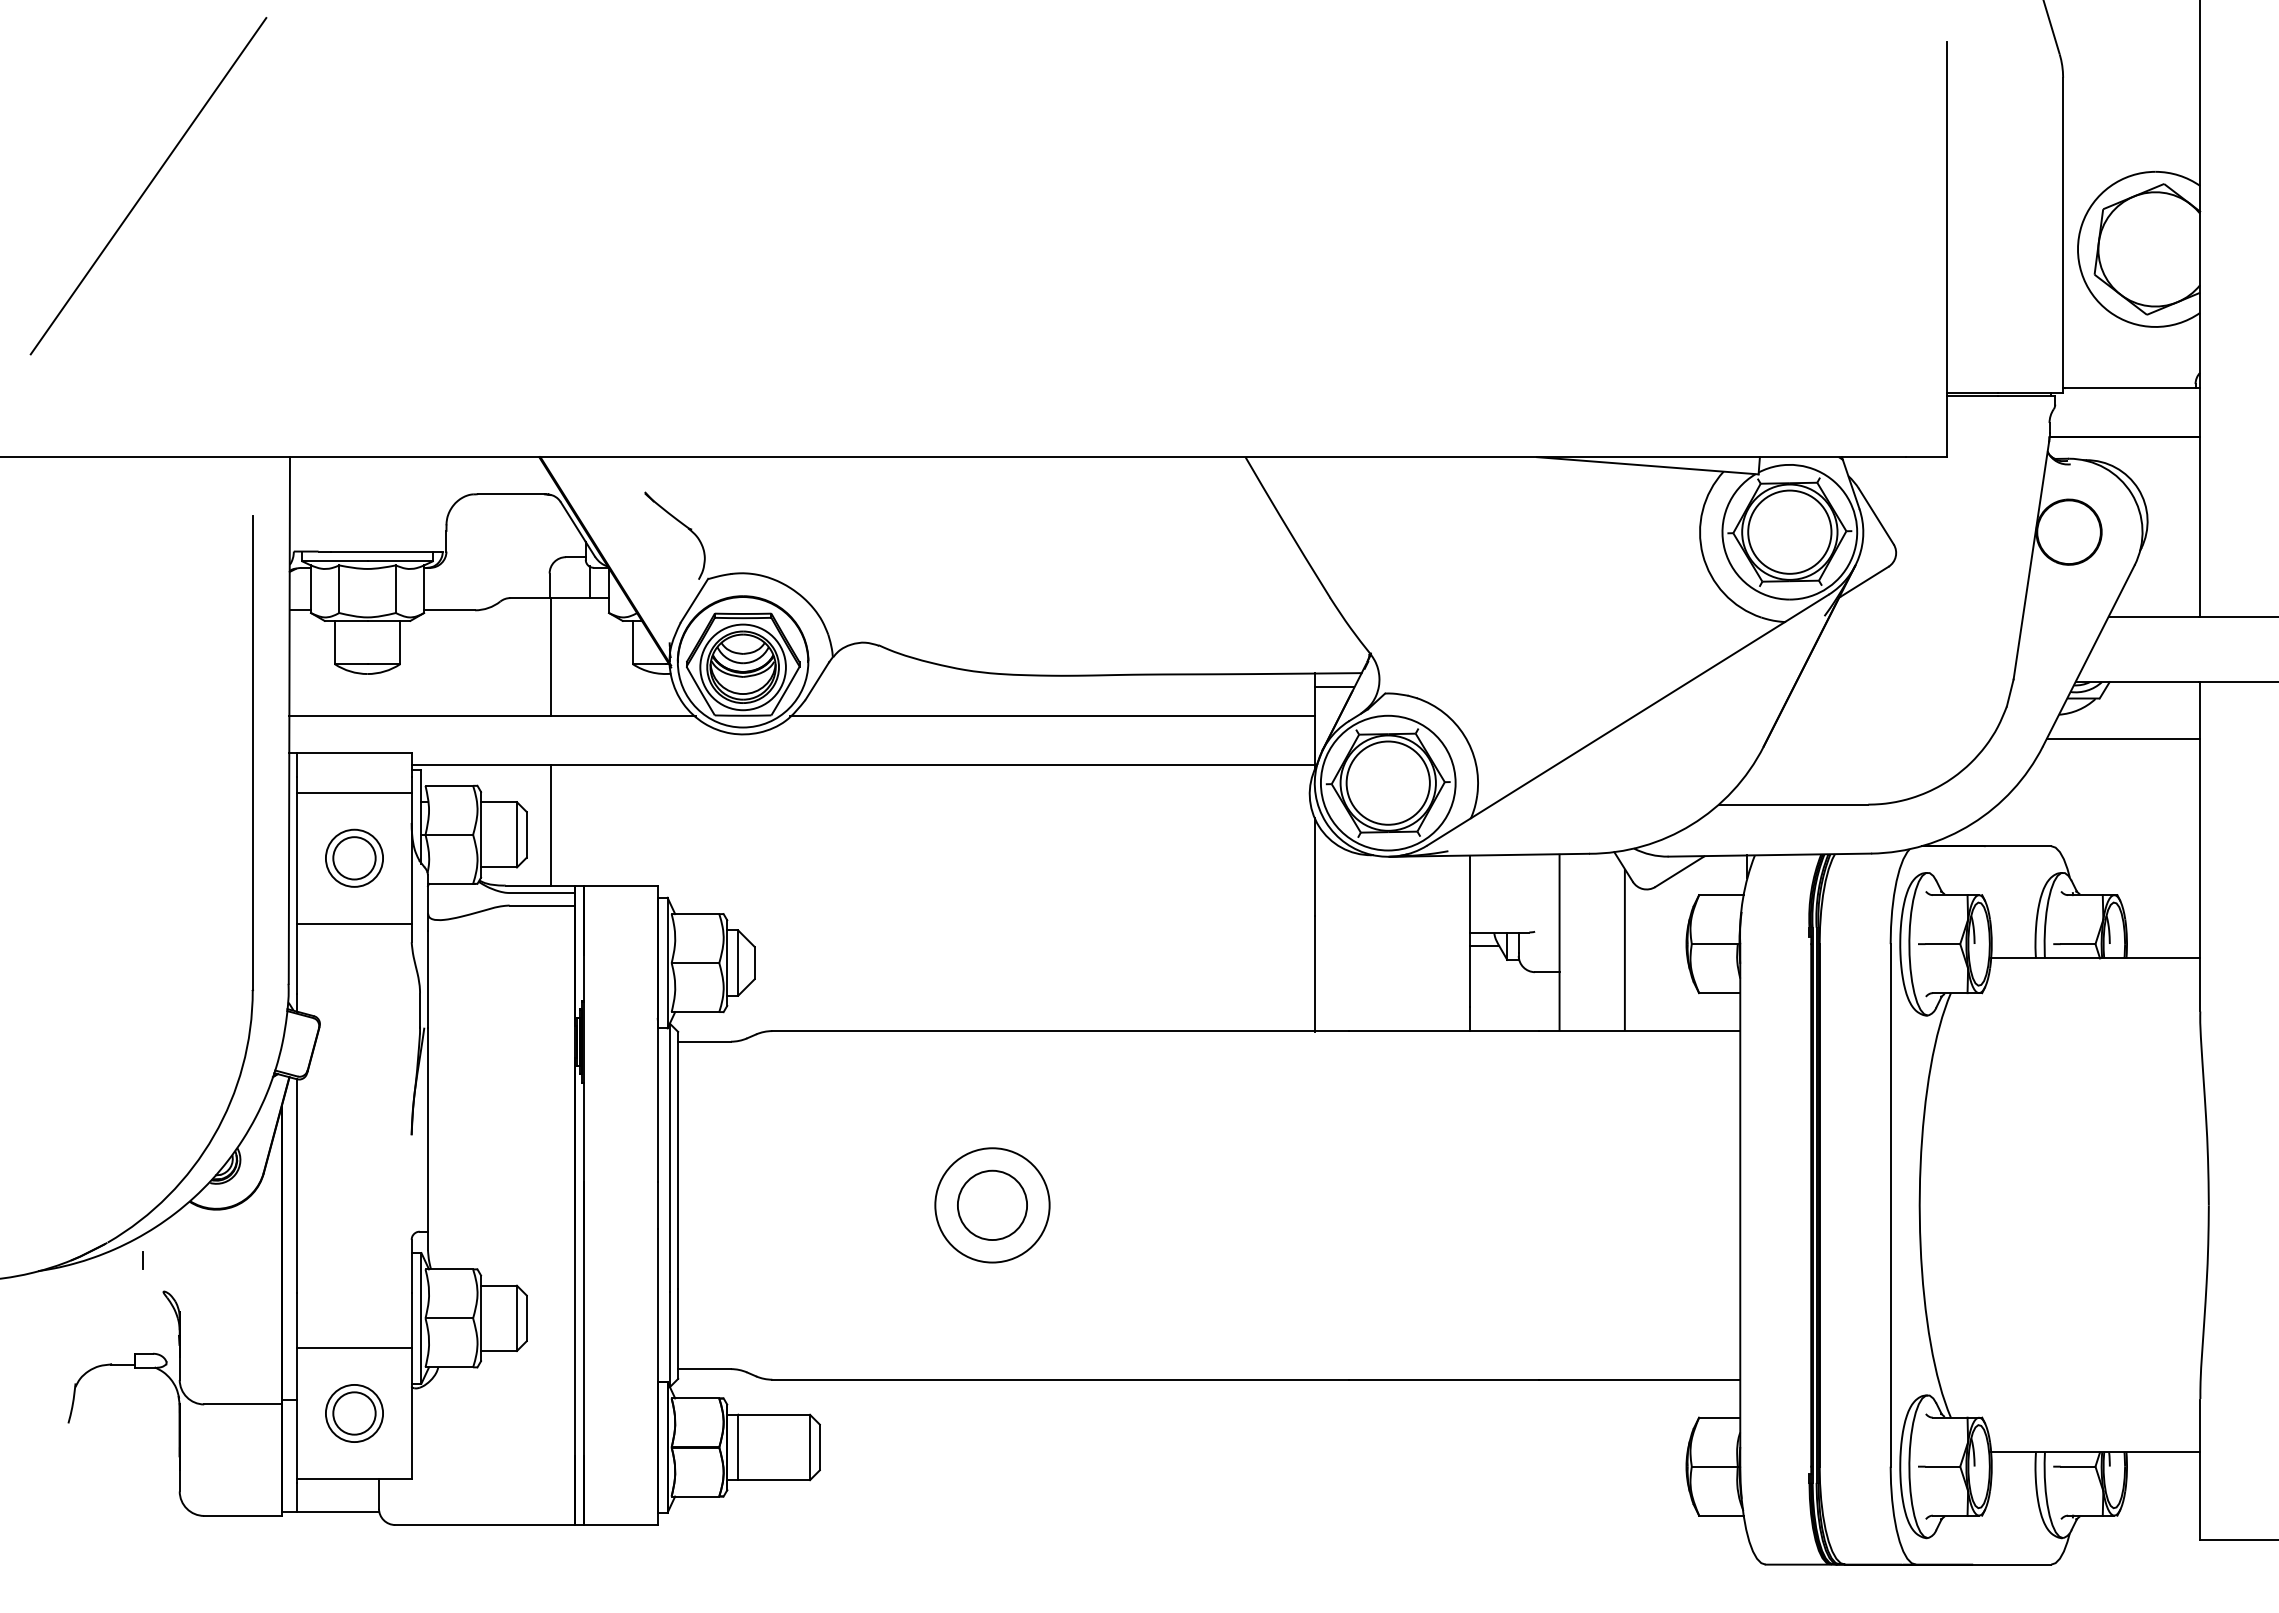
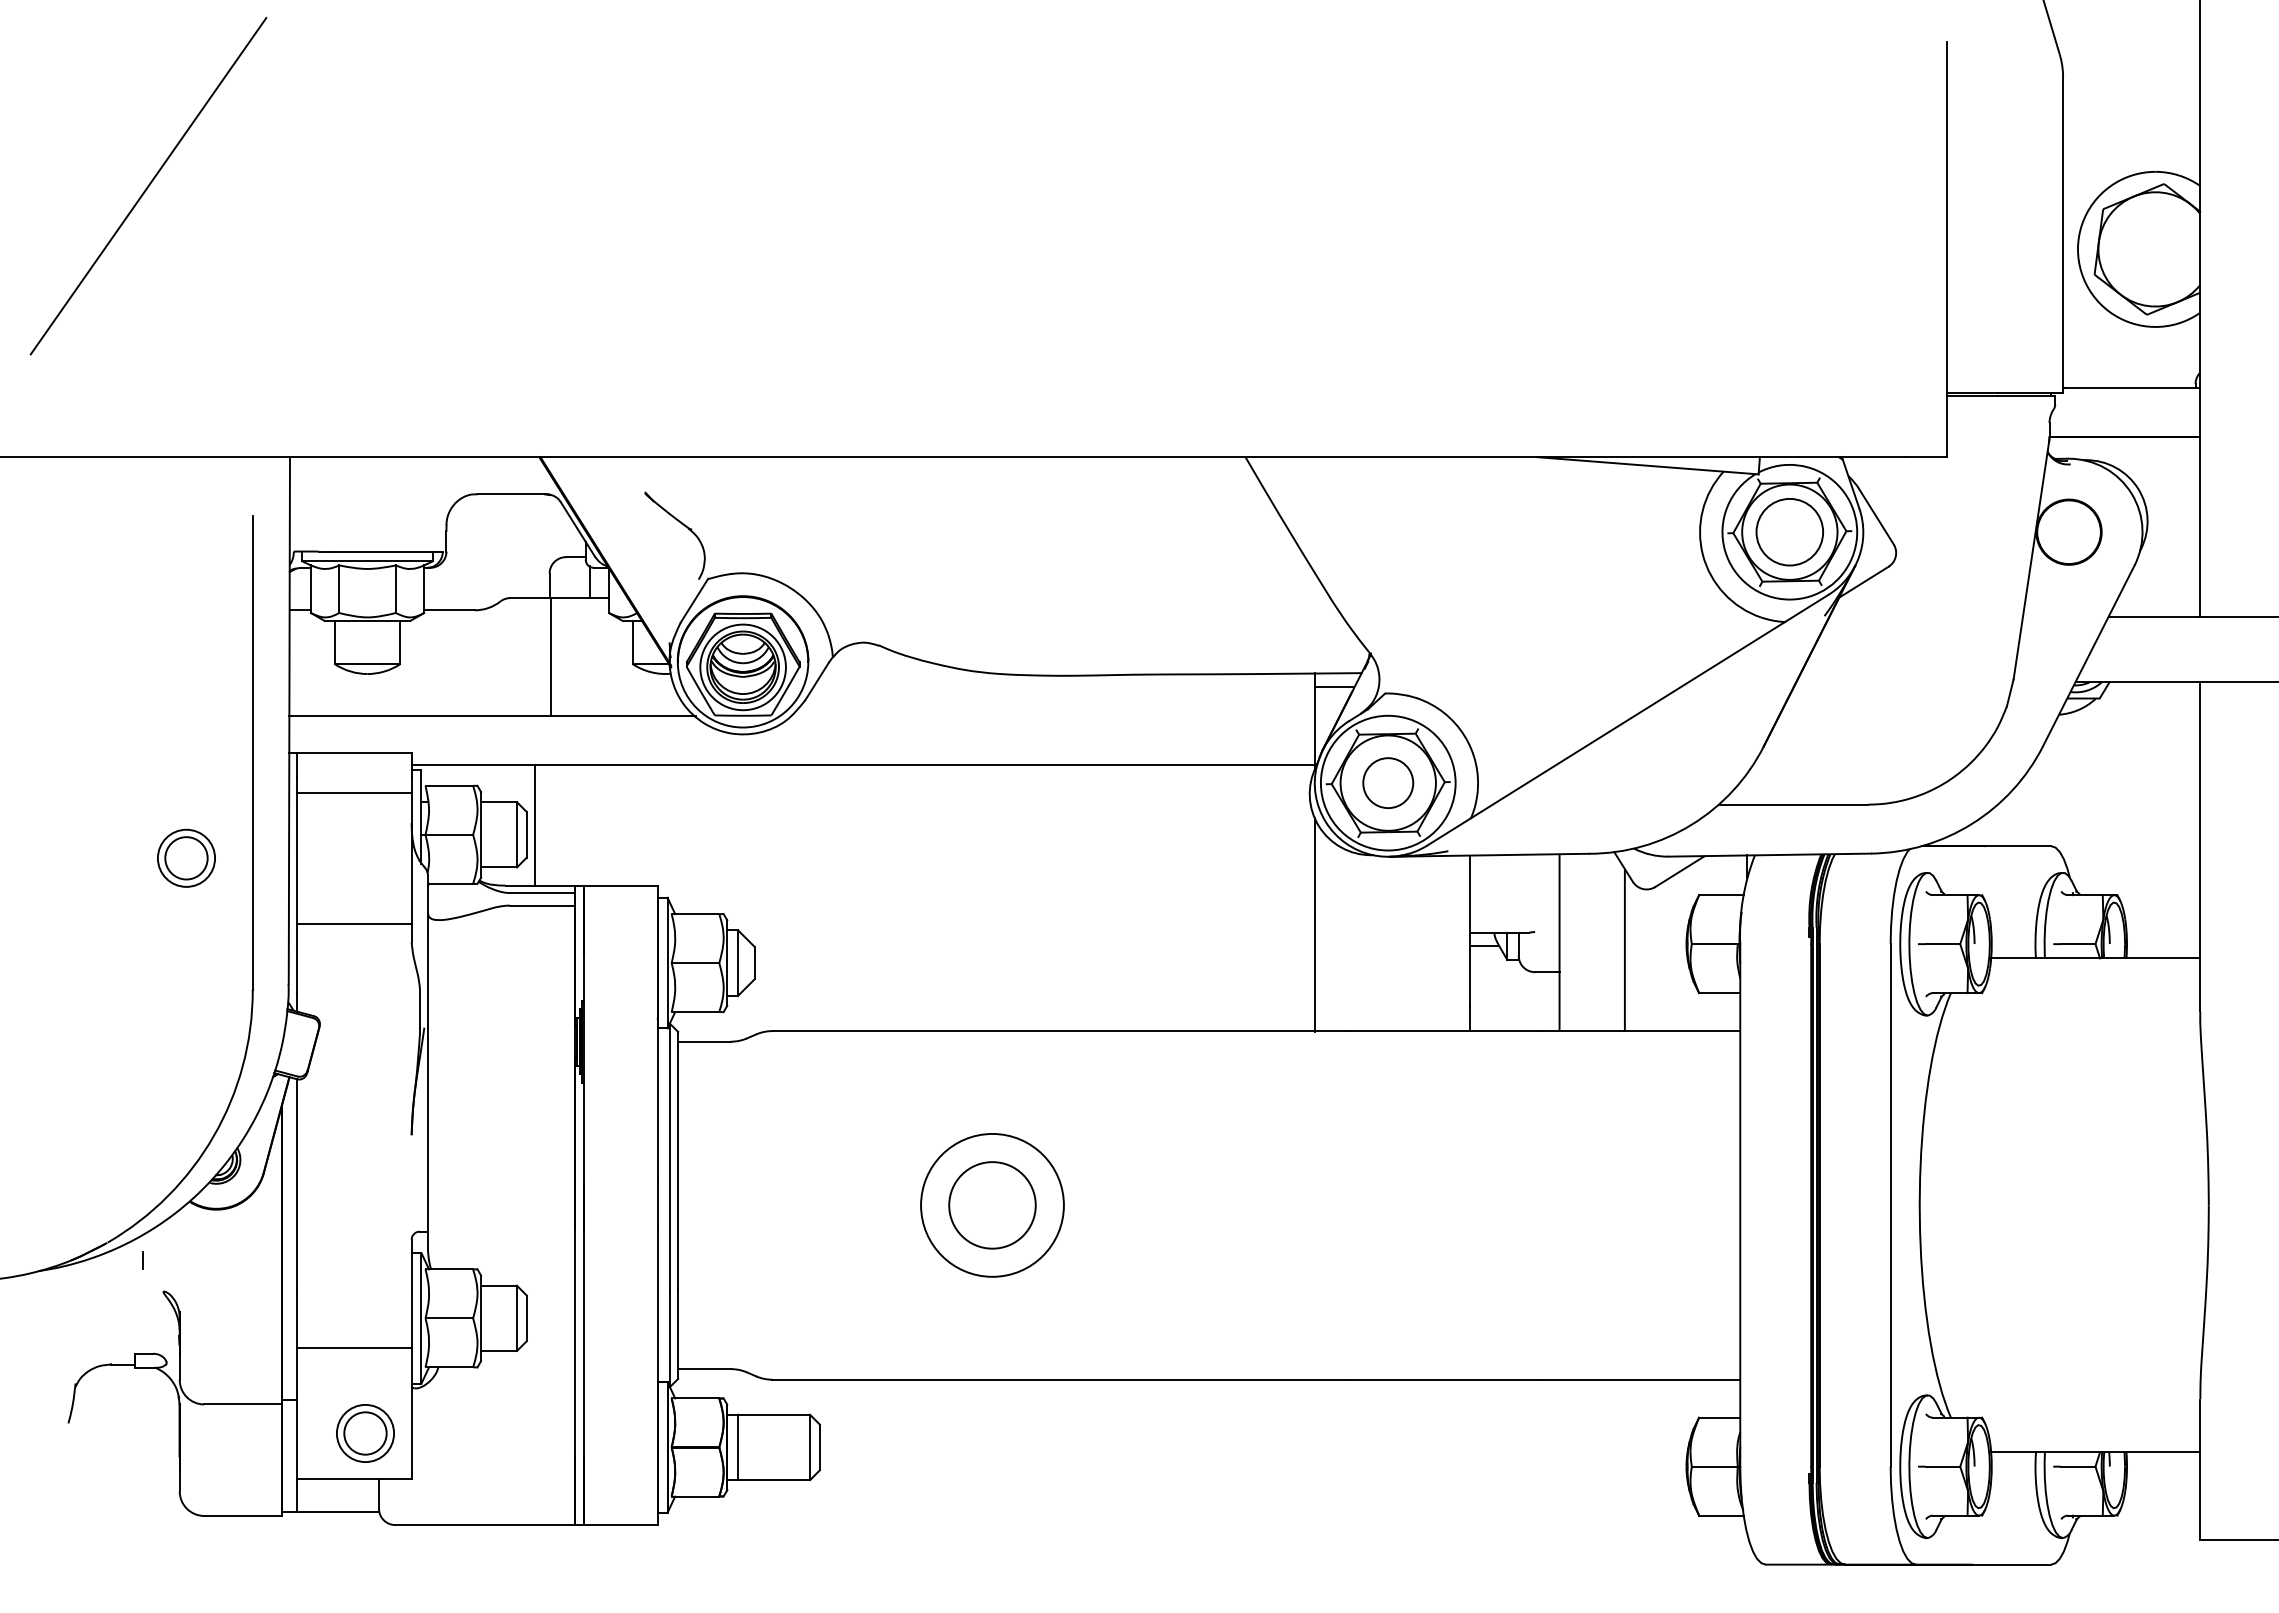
circle at (1789, 531) diameter: 83 px -> 67 px
line at (1052, 715): present -> none
line at (2123, 739): present -> none
circle at (1387, 782) diameter: 83 px -> 50 px
line at (551, 824) position: (551, 824) -> (535, 824)
part at (354, 857) position: (354, 857) -> (186, 857)
circle at (992, 1205) diameter: 114 px -> 143 px
circle at (992, 1205) diameter: 69 px -> 87 px
part at (354, 1413) position: (354, 1413) -> (365, 1433)
